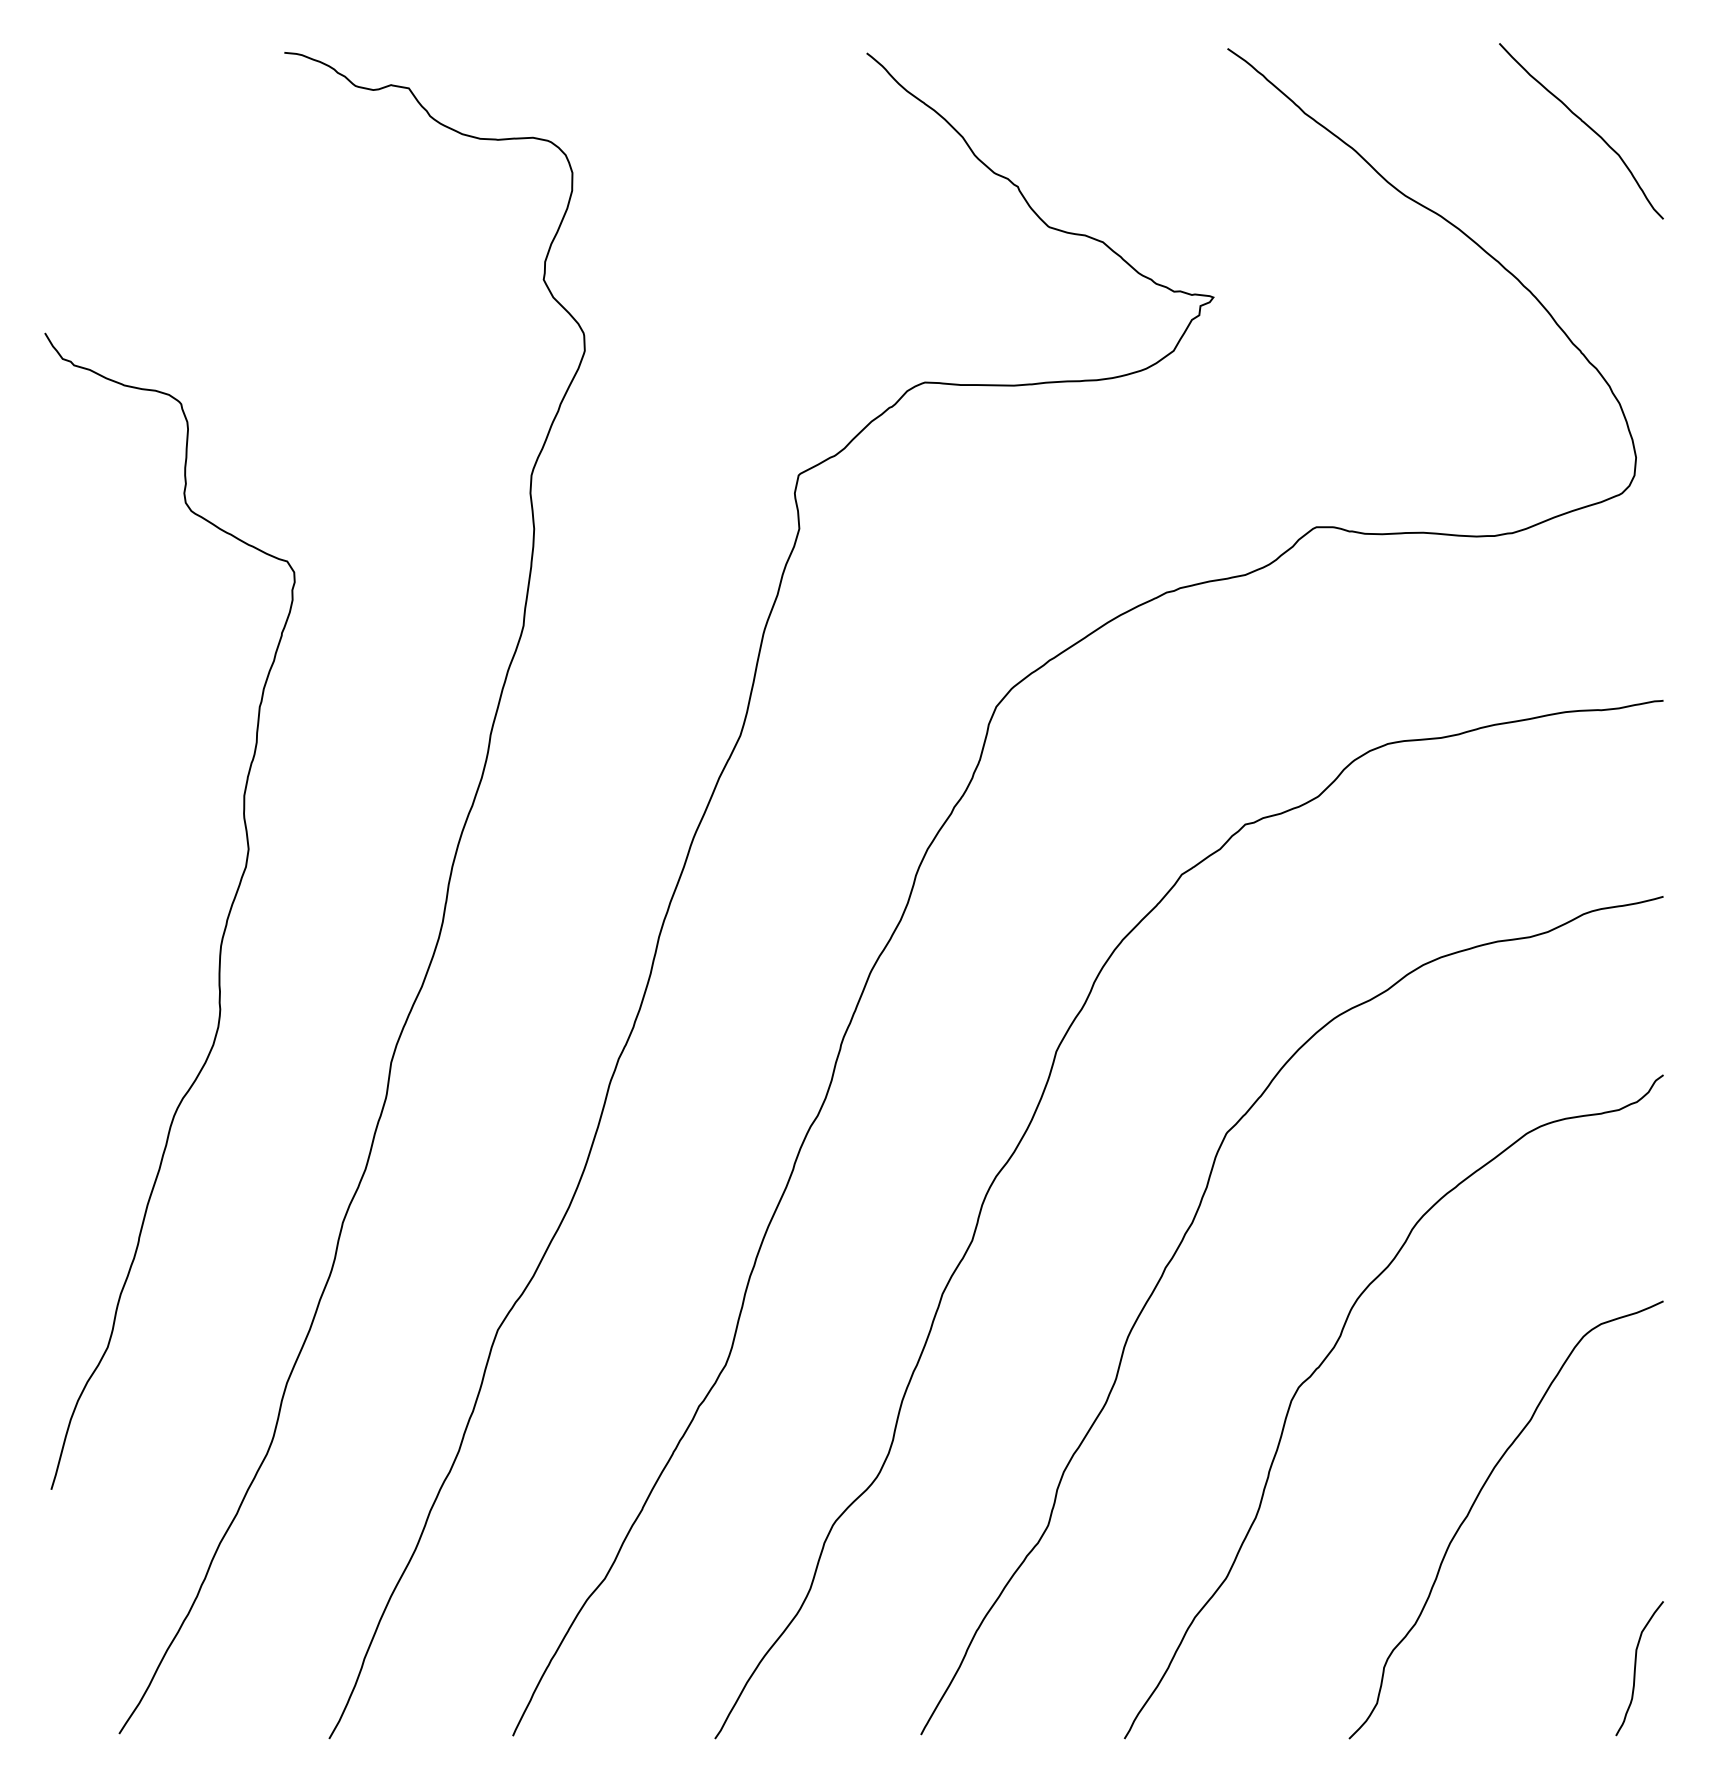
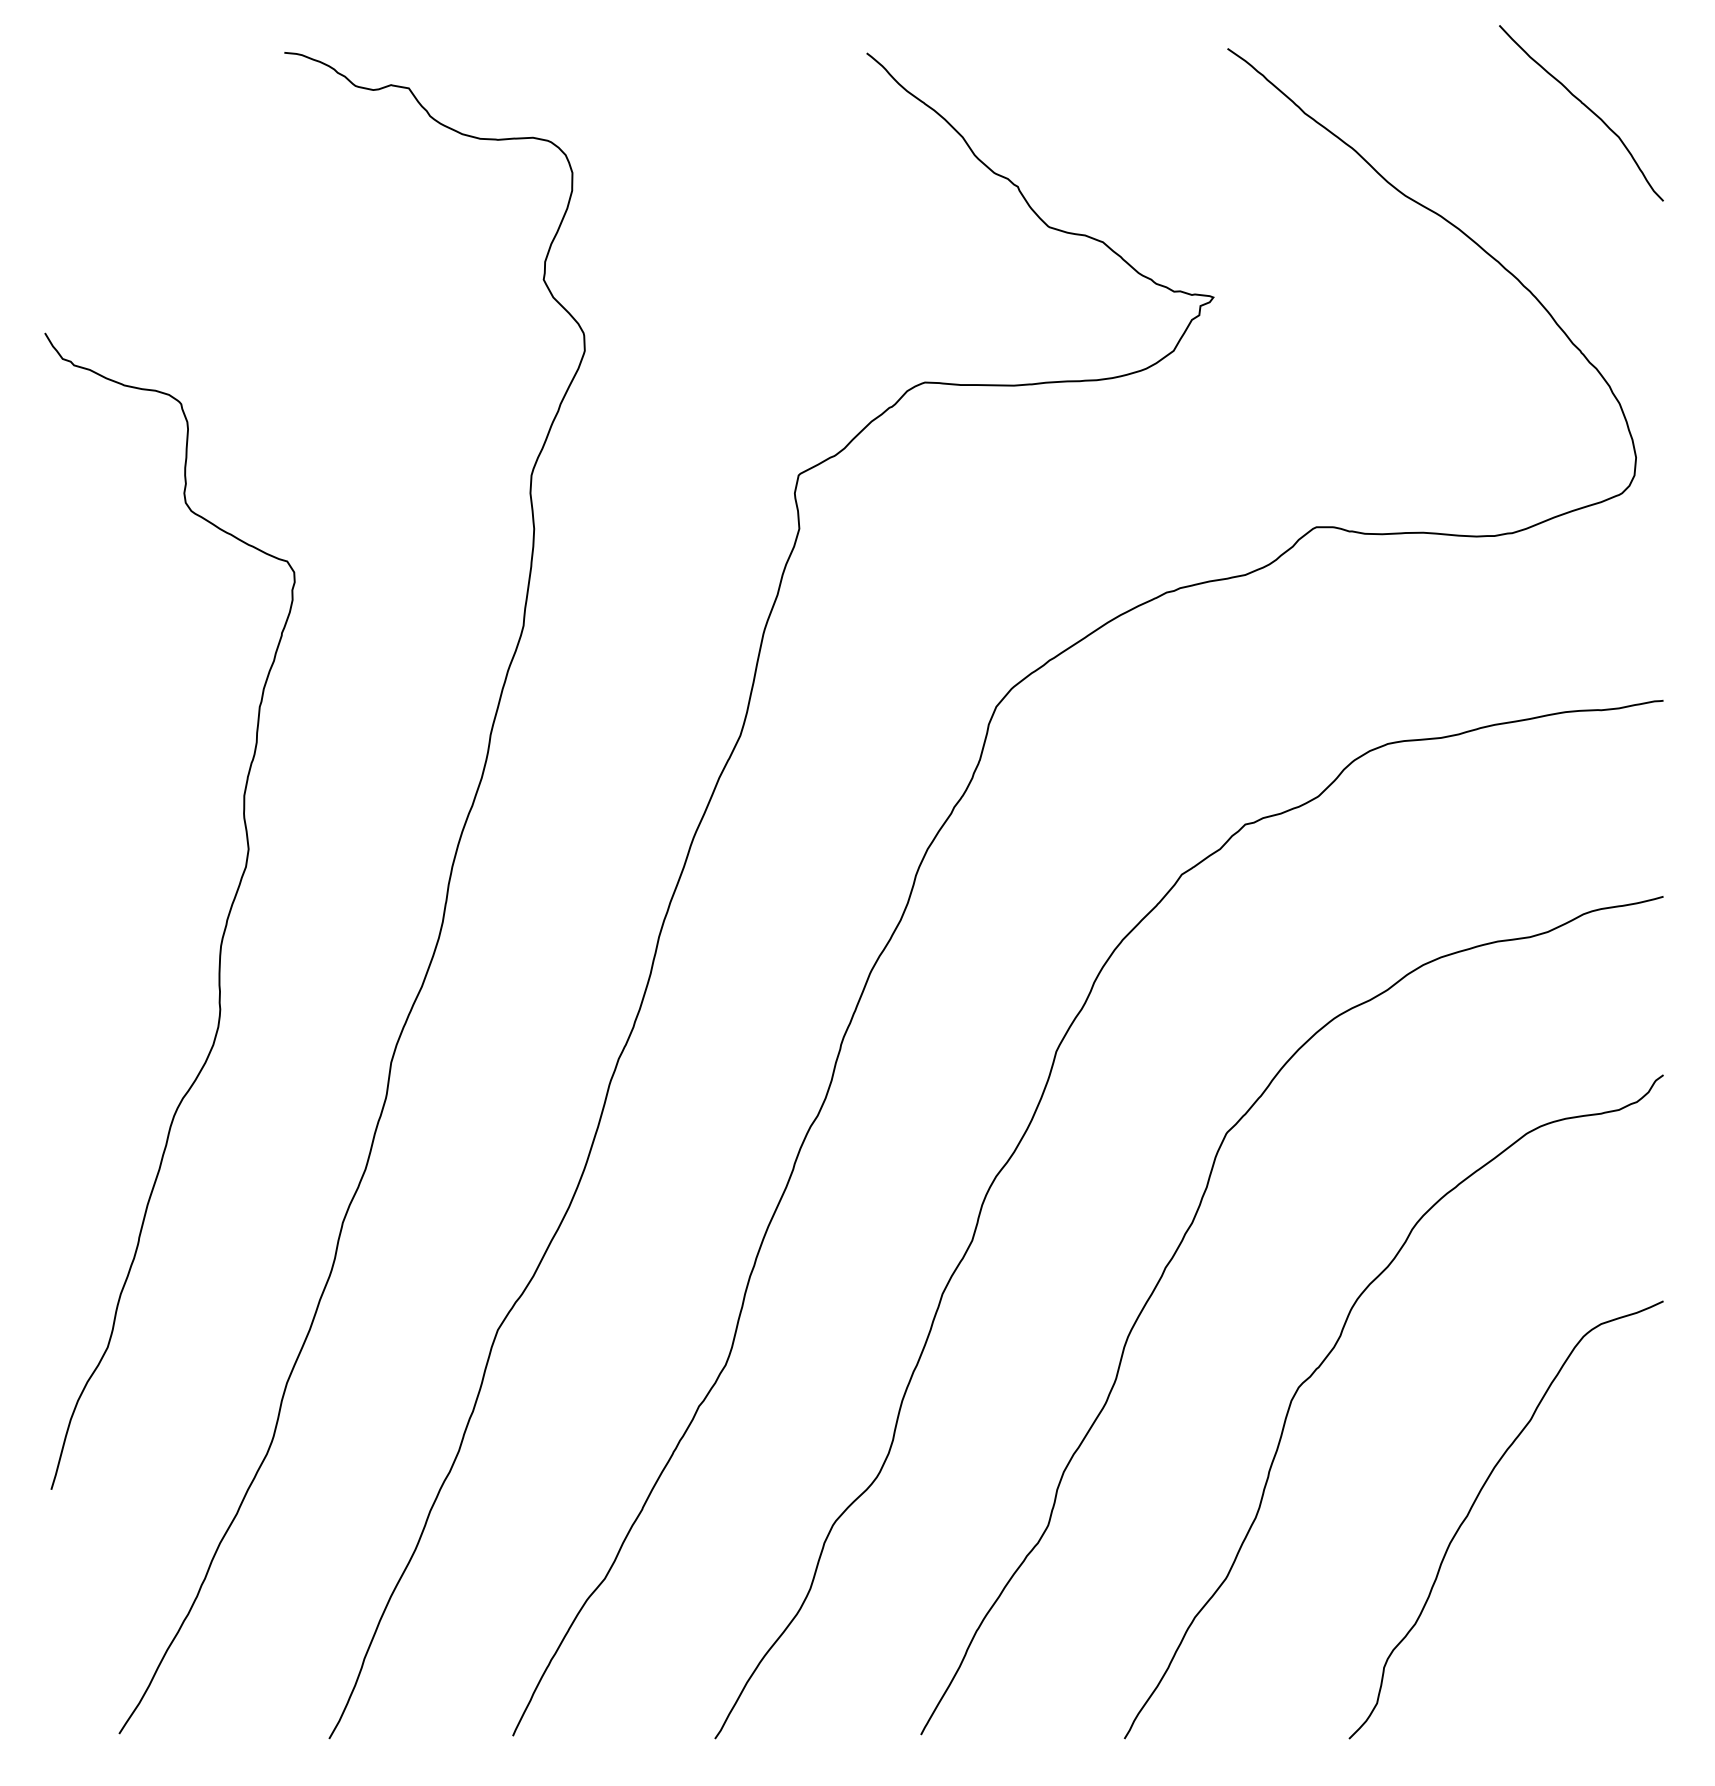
curve at (1584, 124) position: (1584, 124) -> (1584, 106)
curve at (1635, 1668): present -> none
